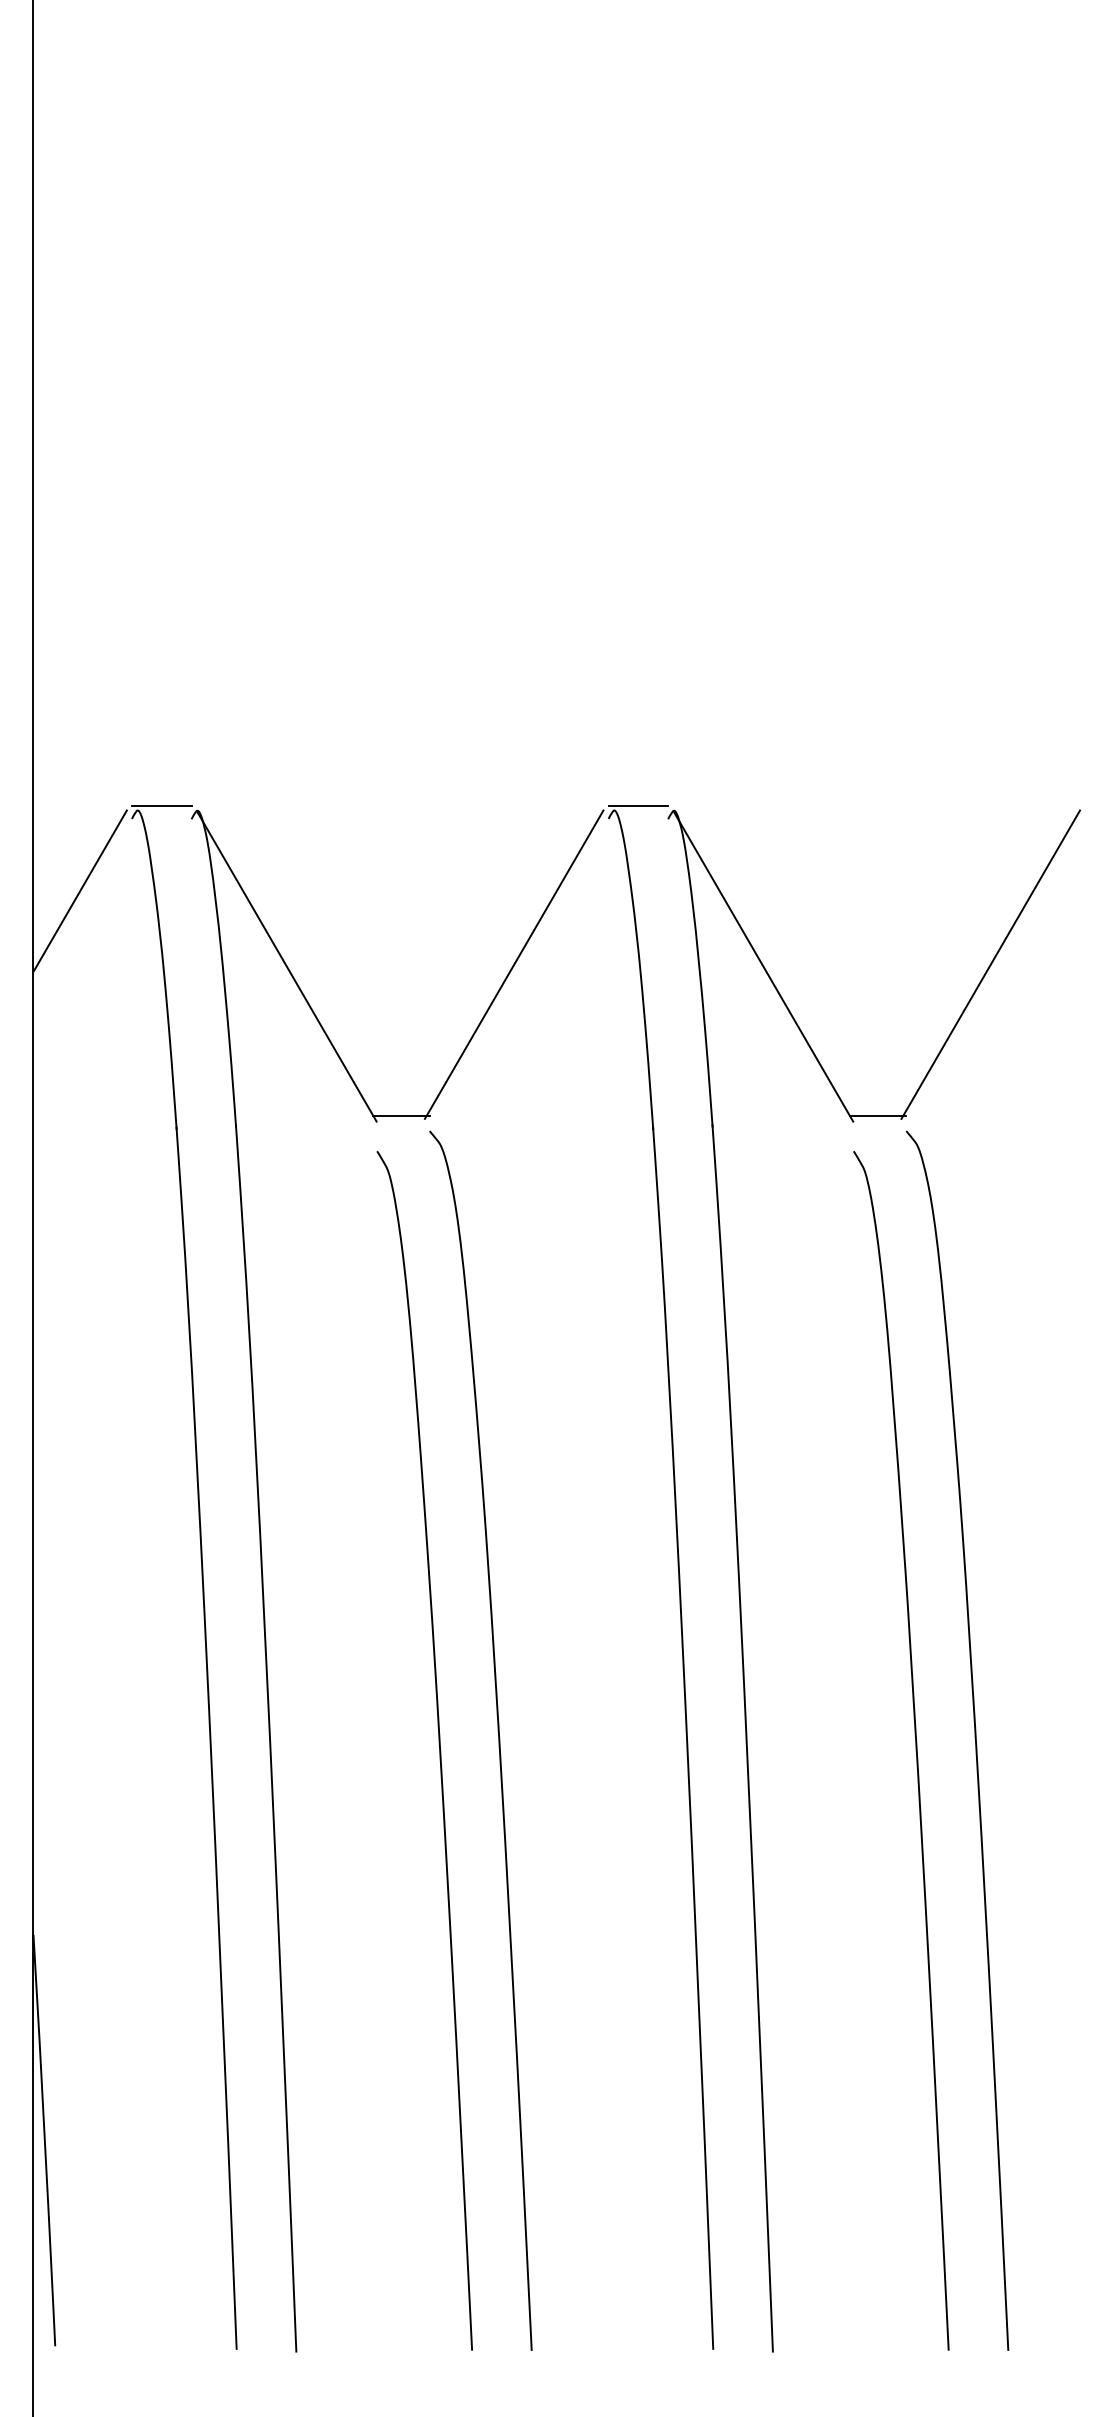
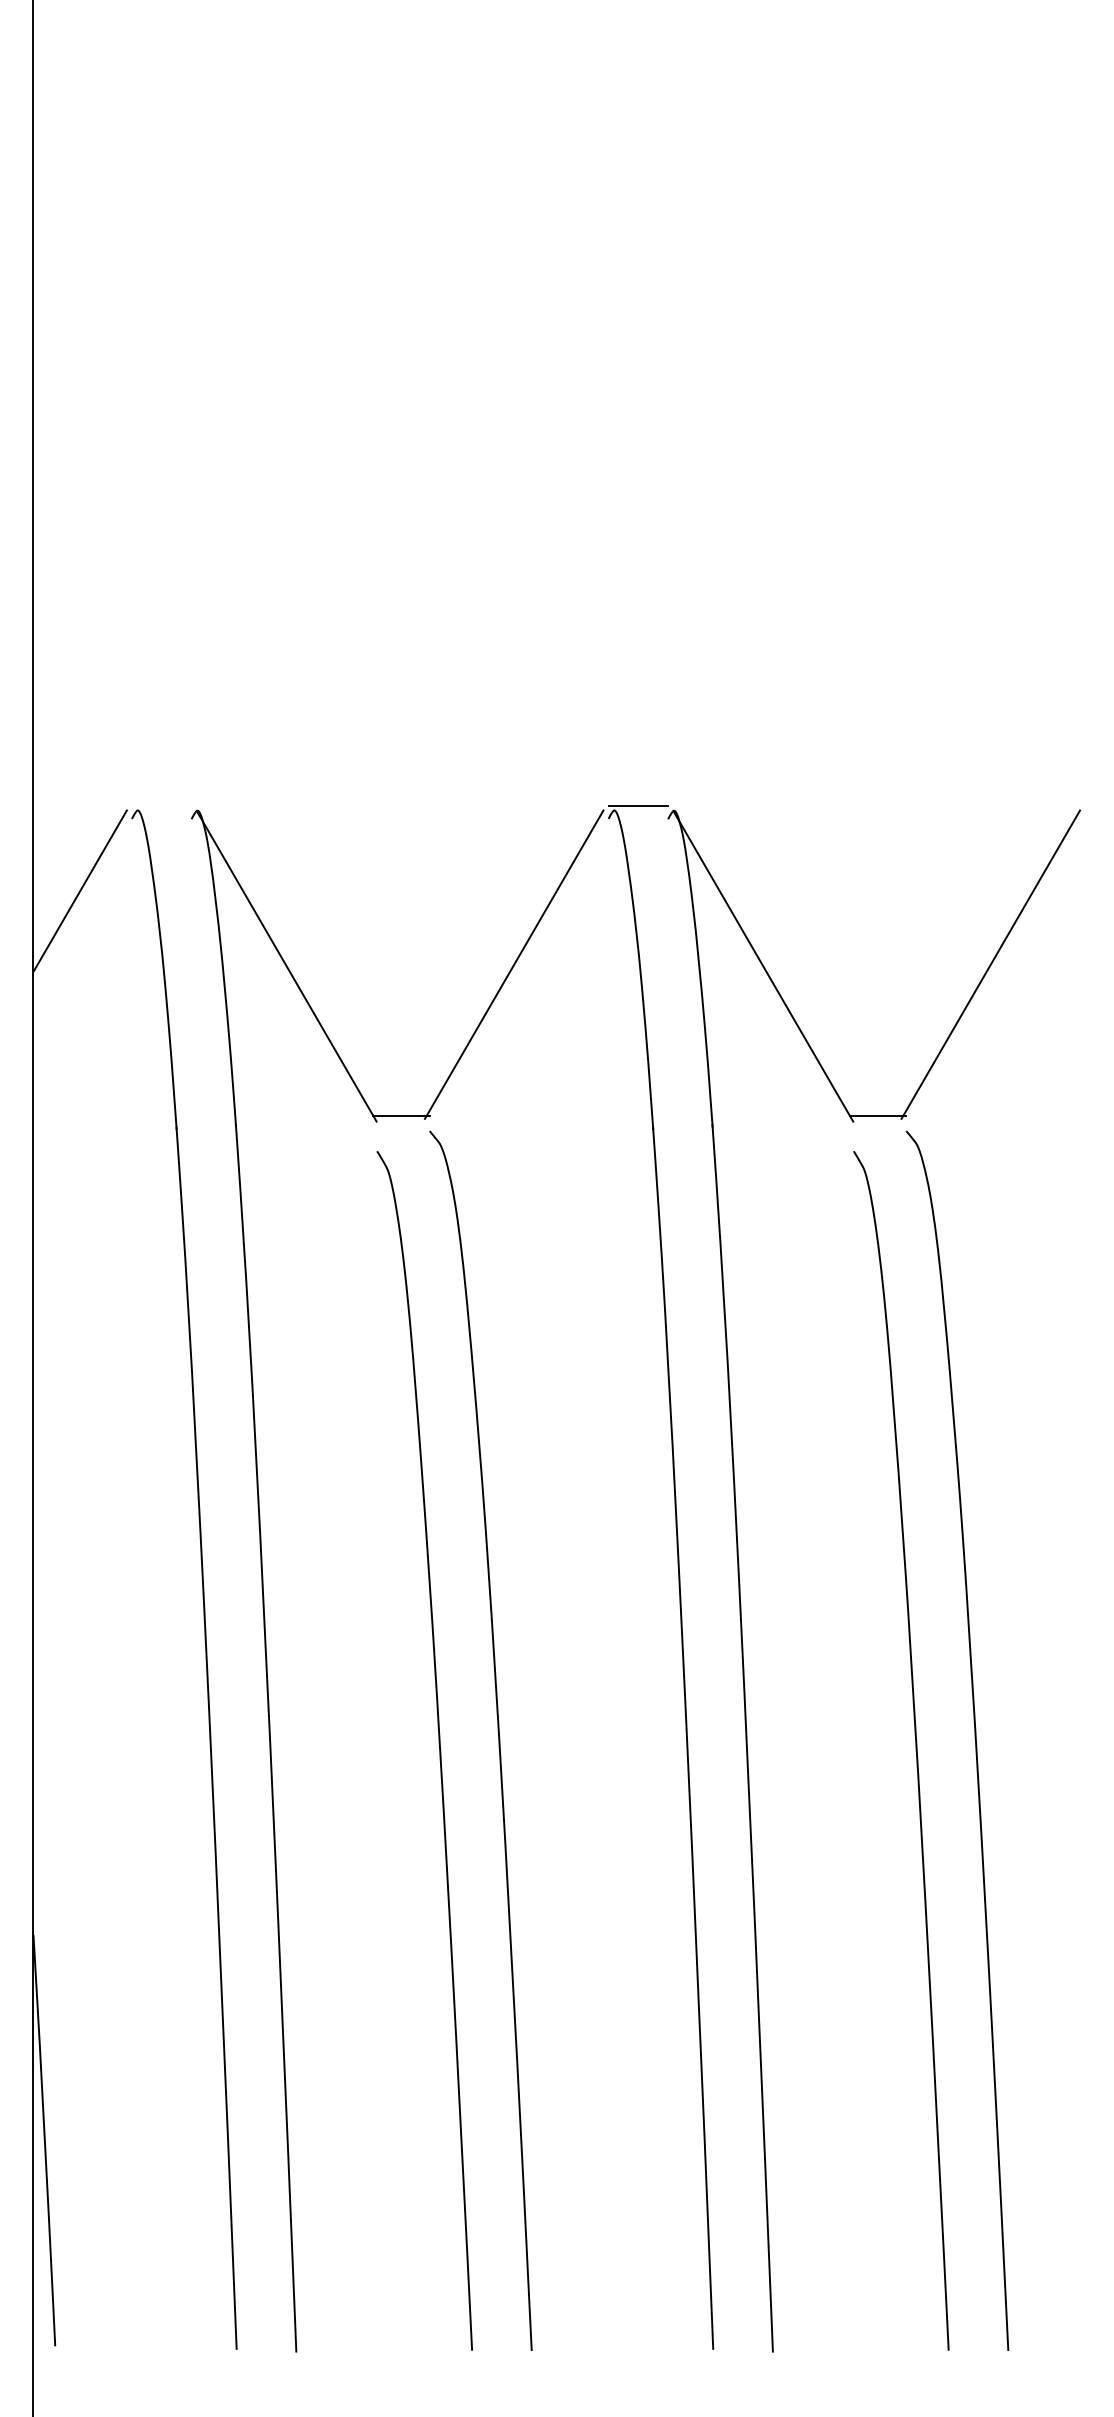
line at (161, 806): present -> none
